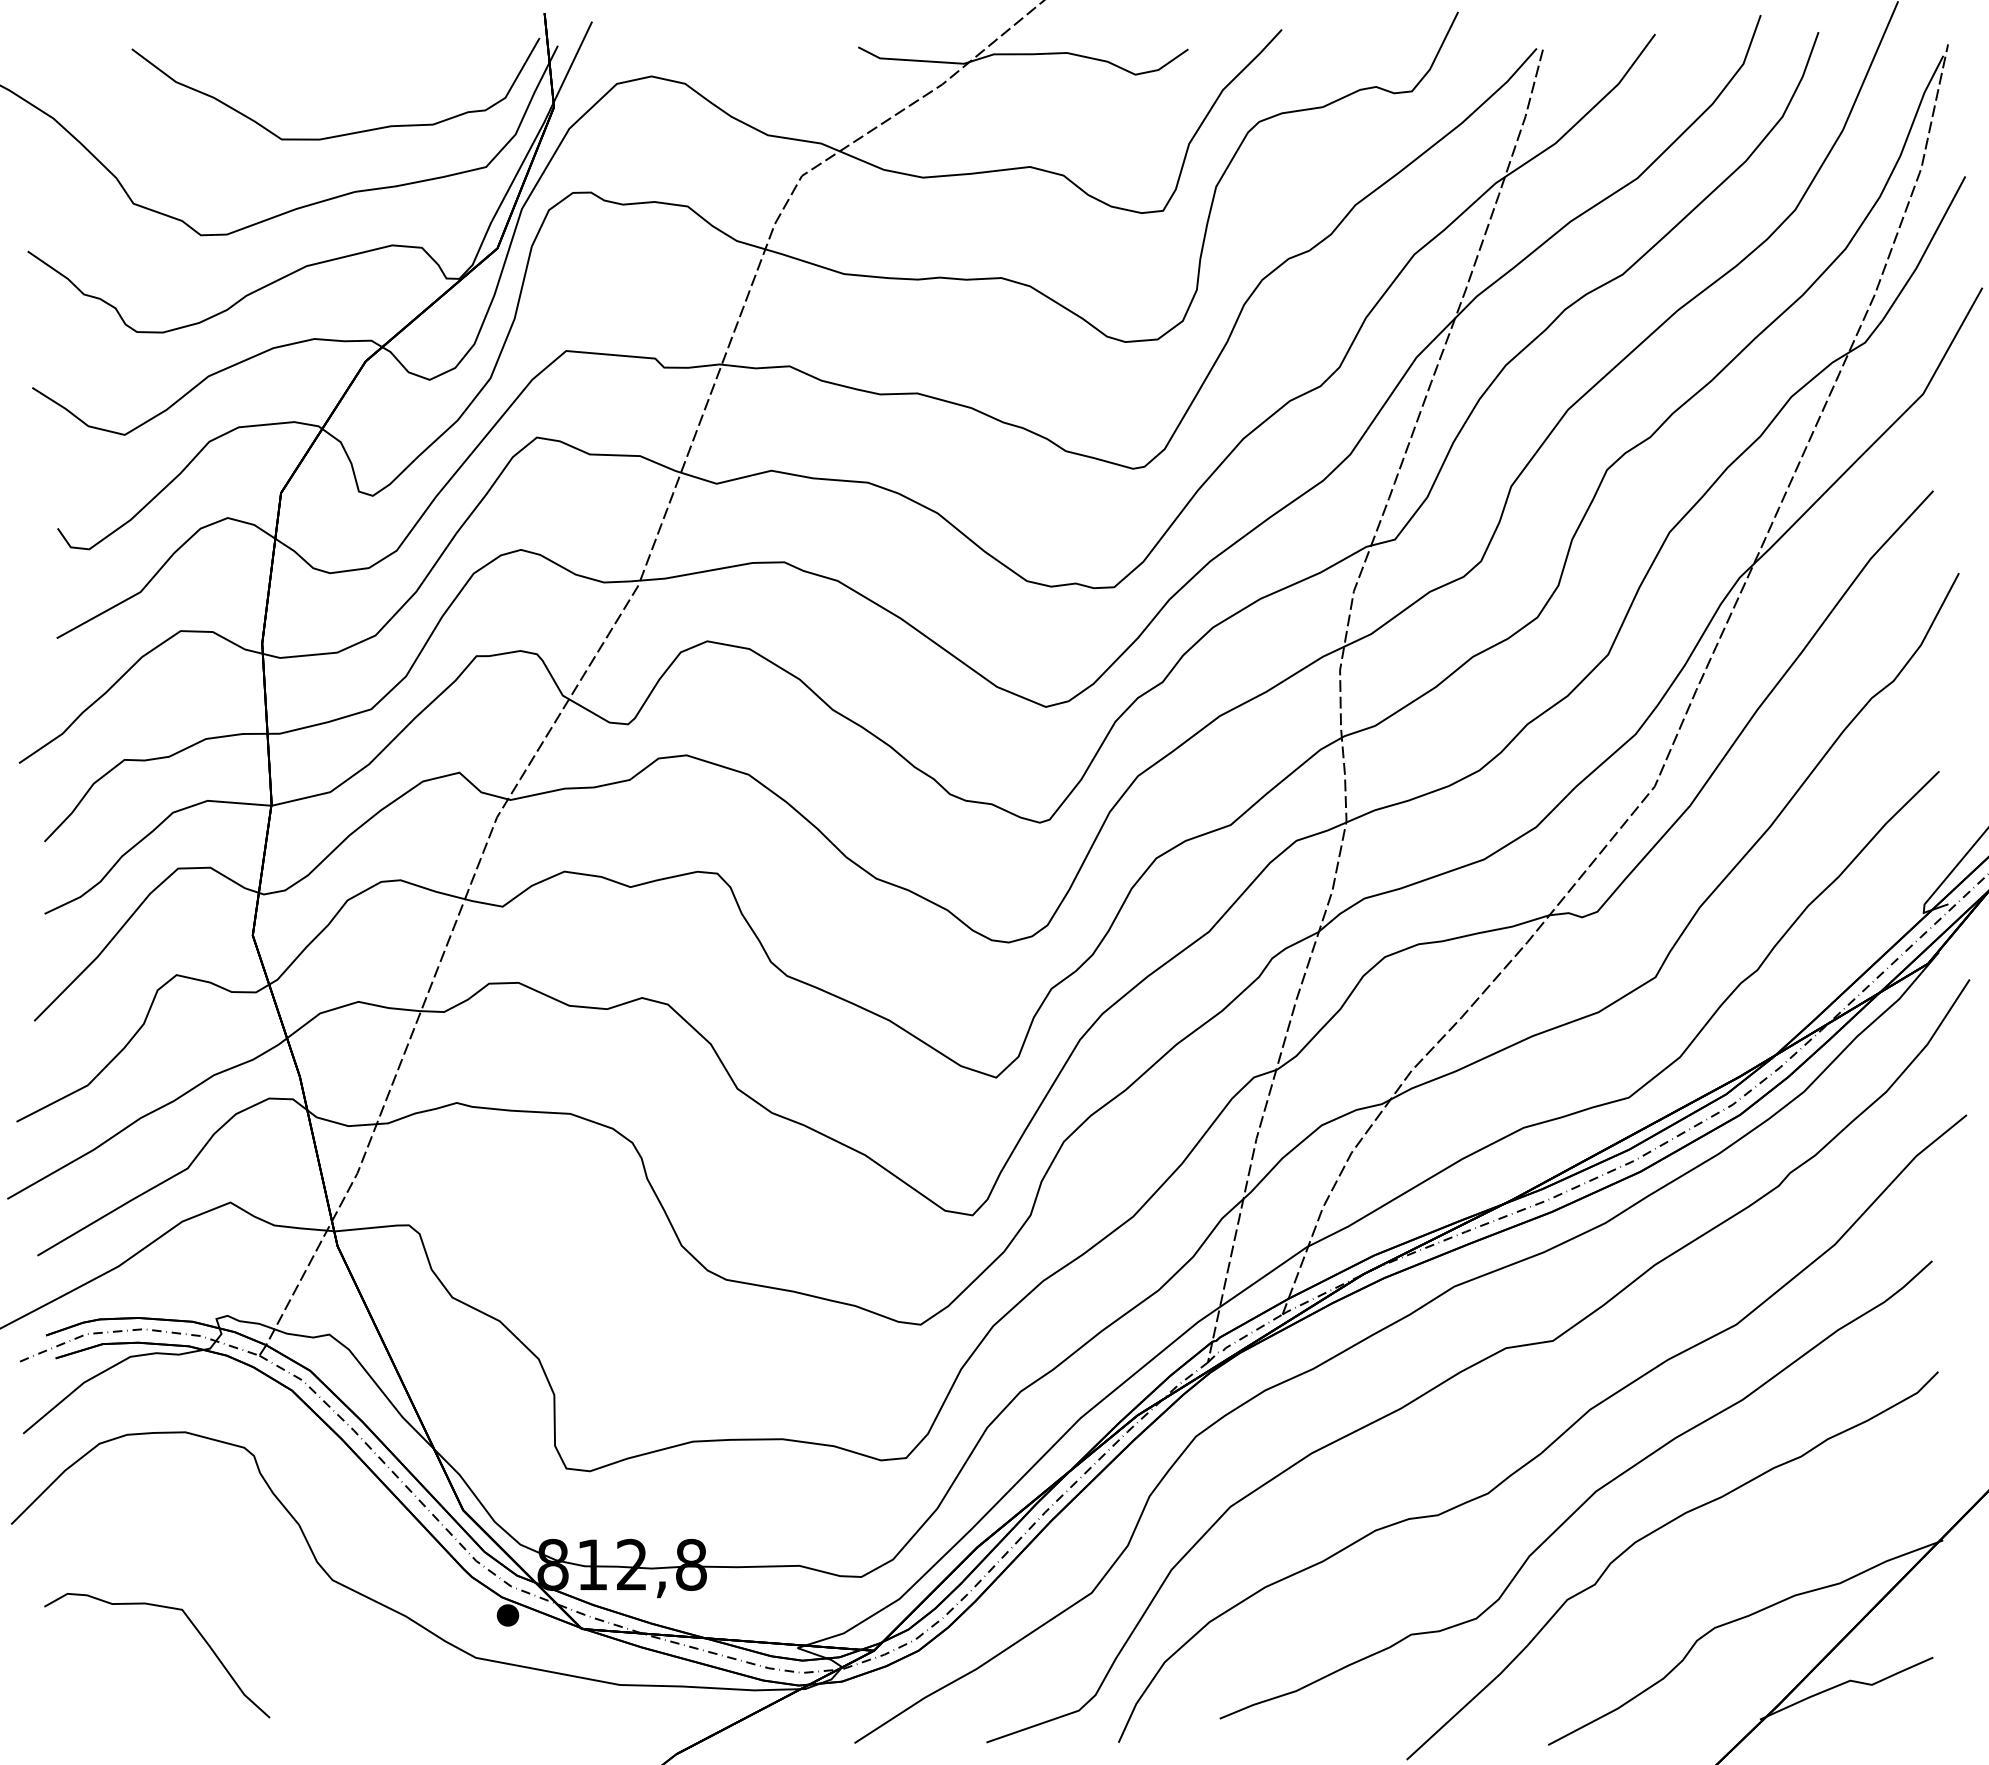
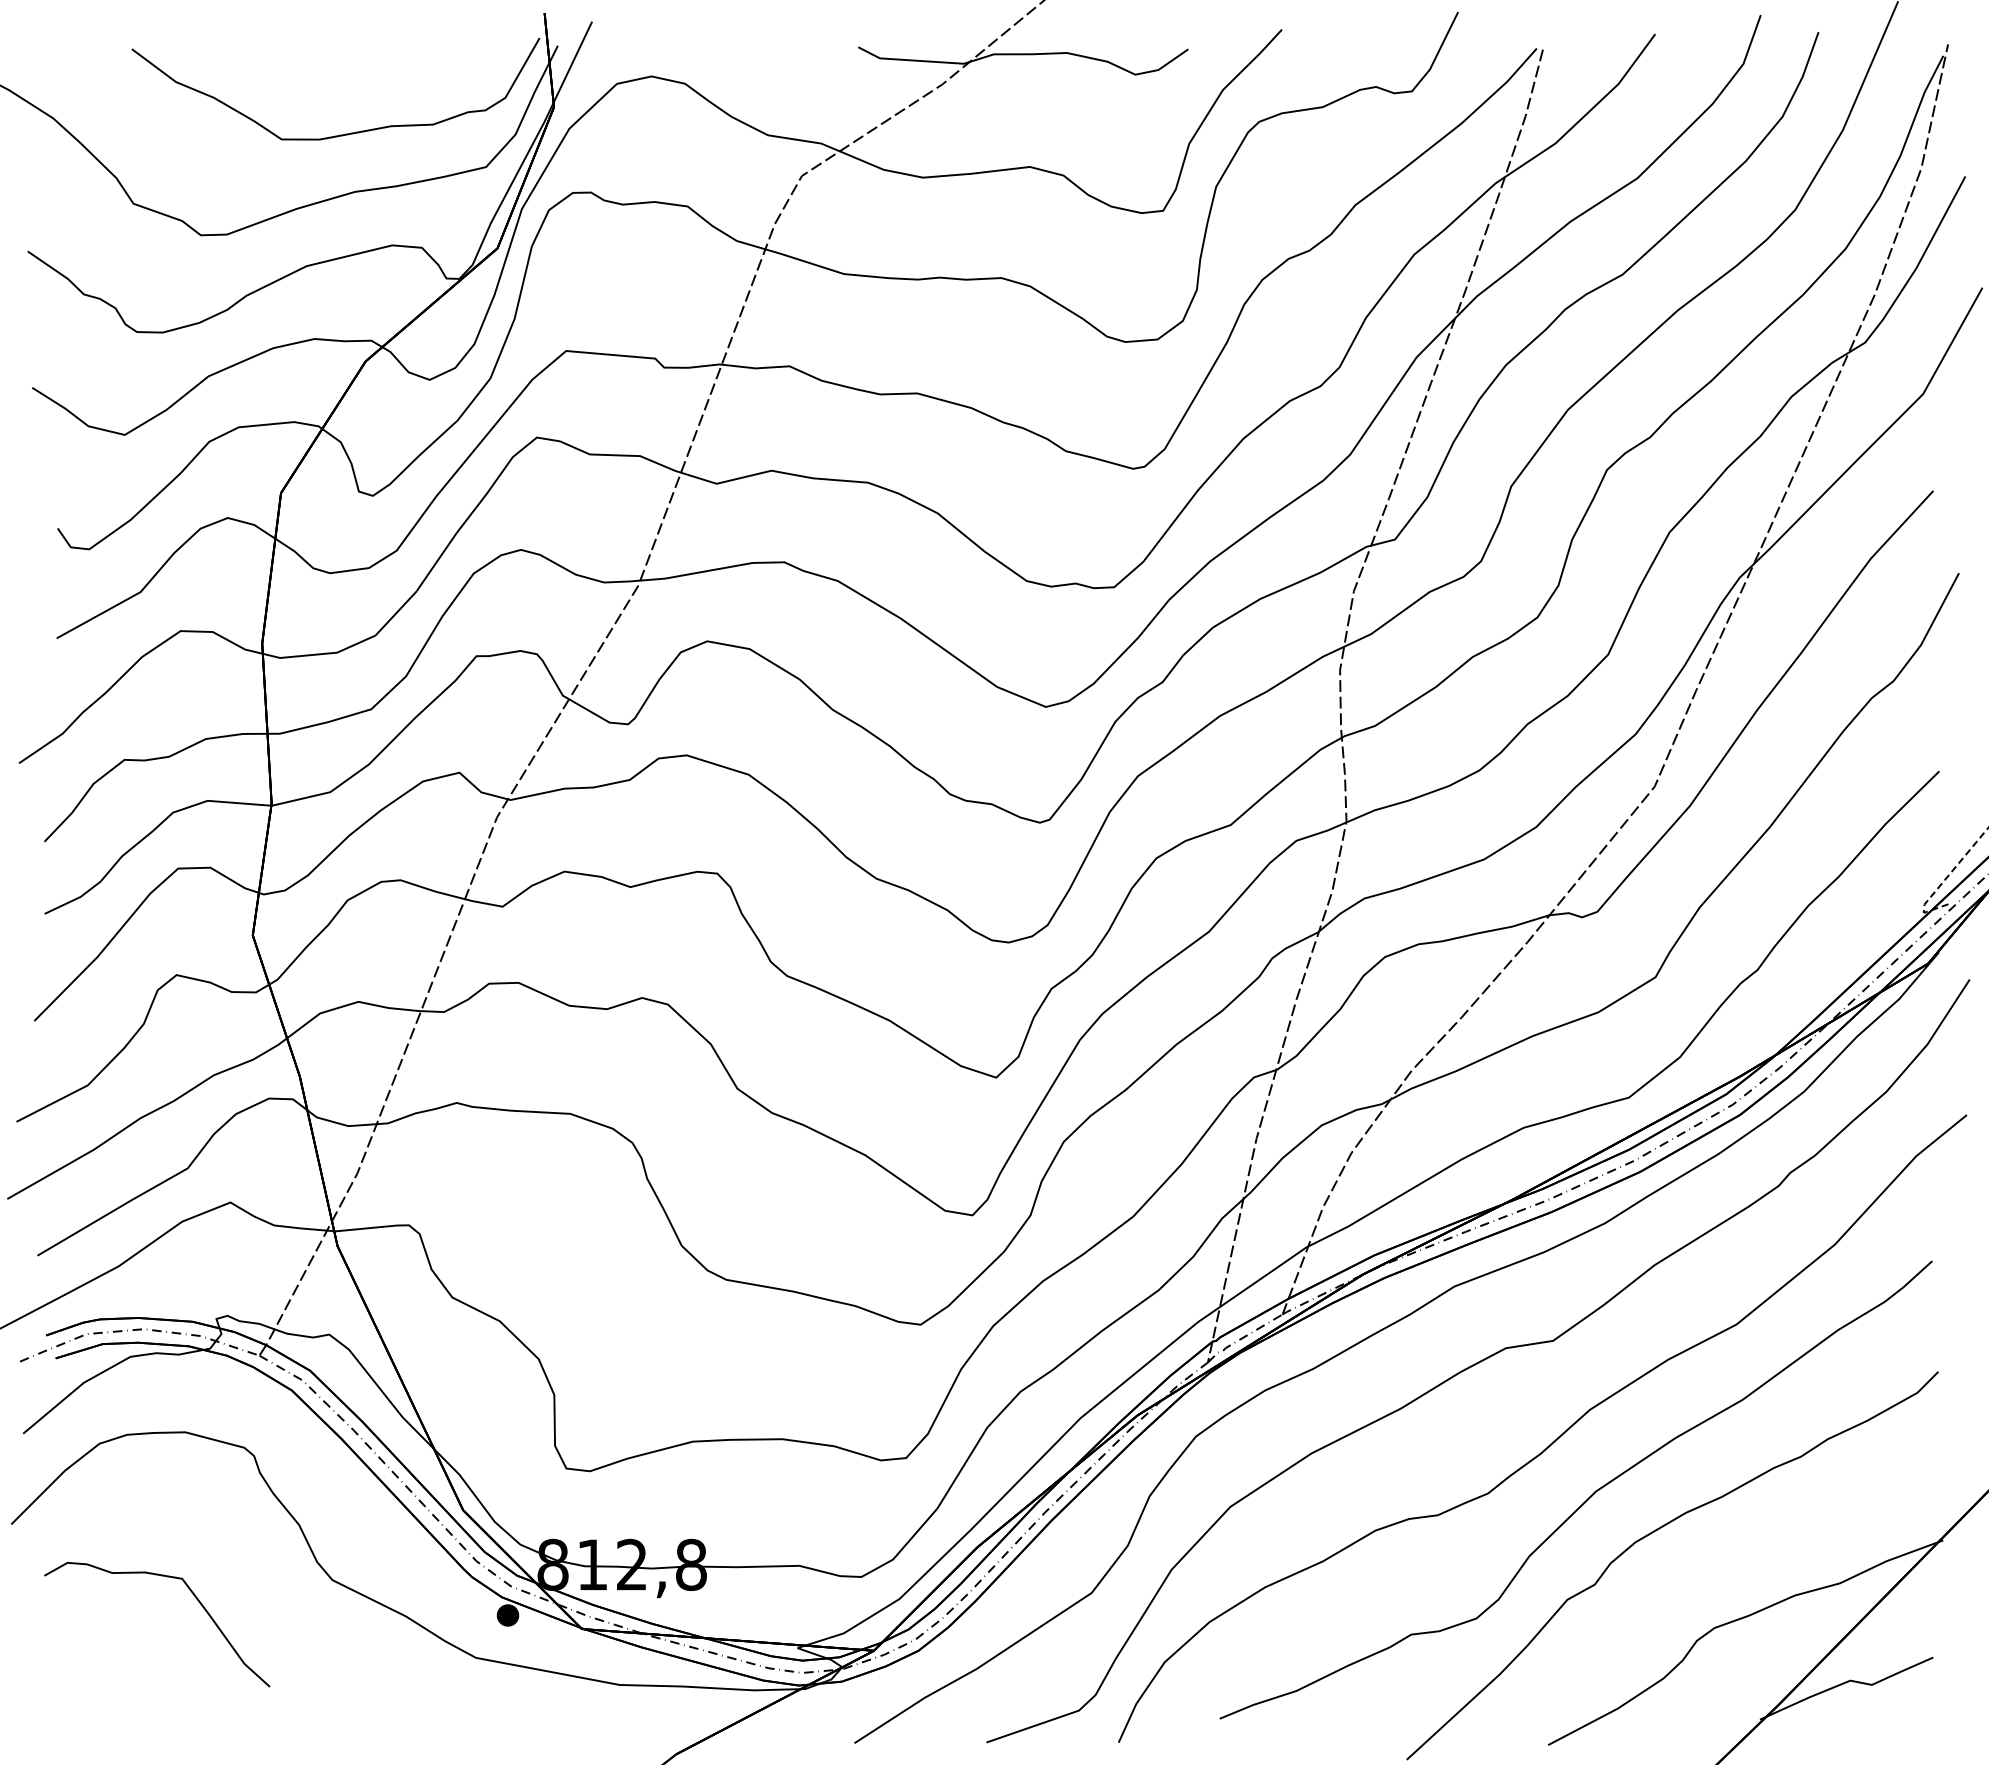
line at (1944, 879): solid -> dashed
curve at (195, 1629) position: (195, 1629) -> (195, 1598)
